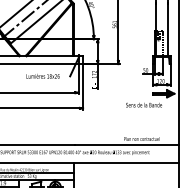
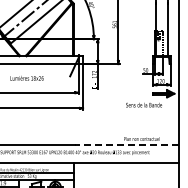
text at (42, 76) position: (42, 76) -> (26, 78)
line at (127, 144): solid -> dashed
